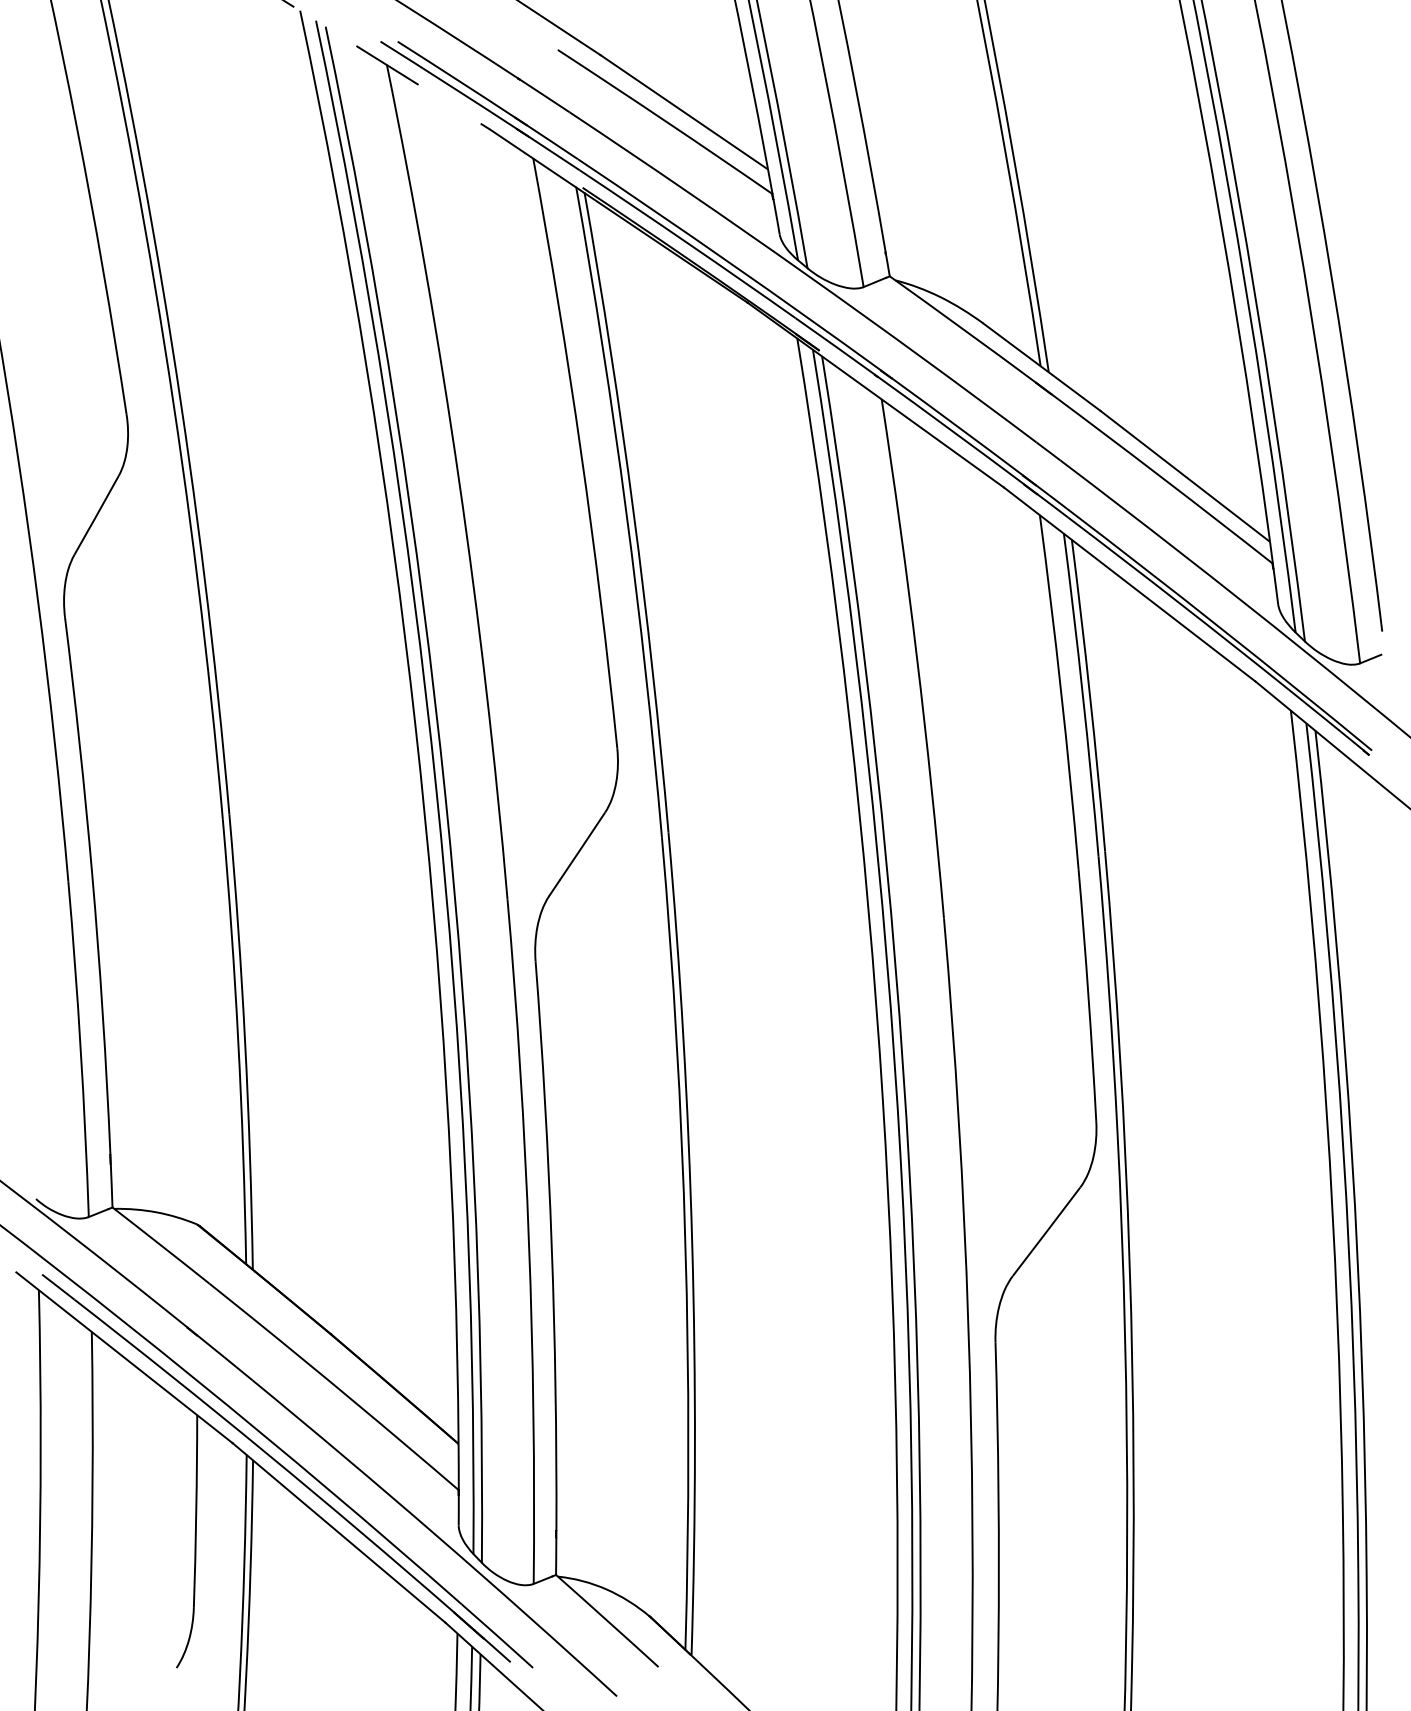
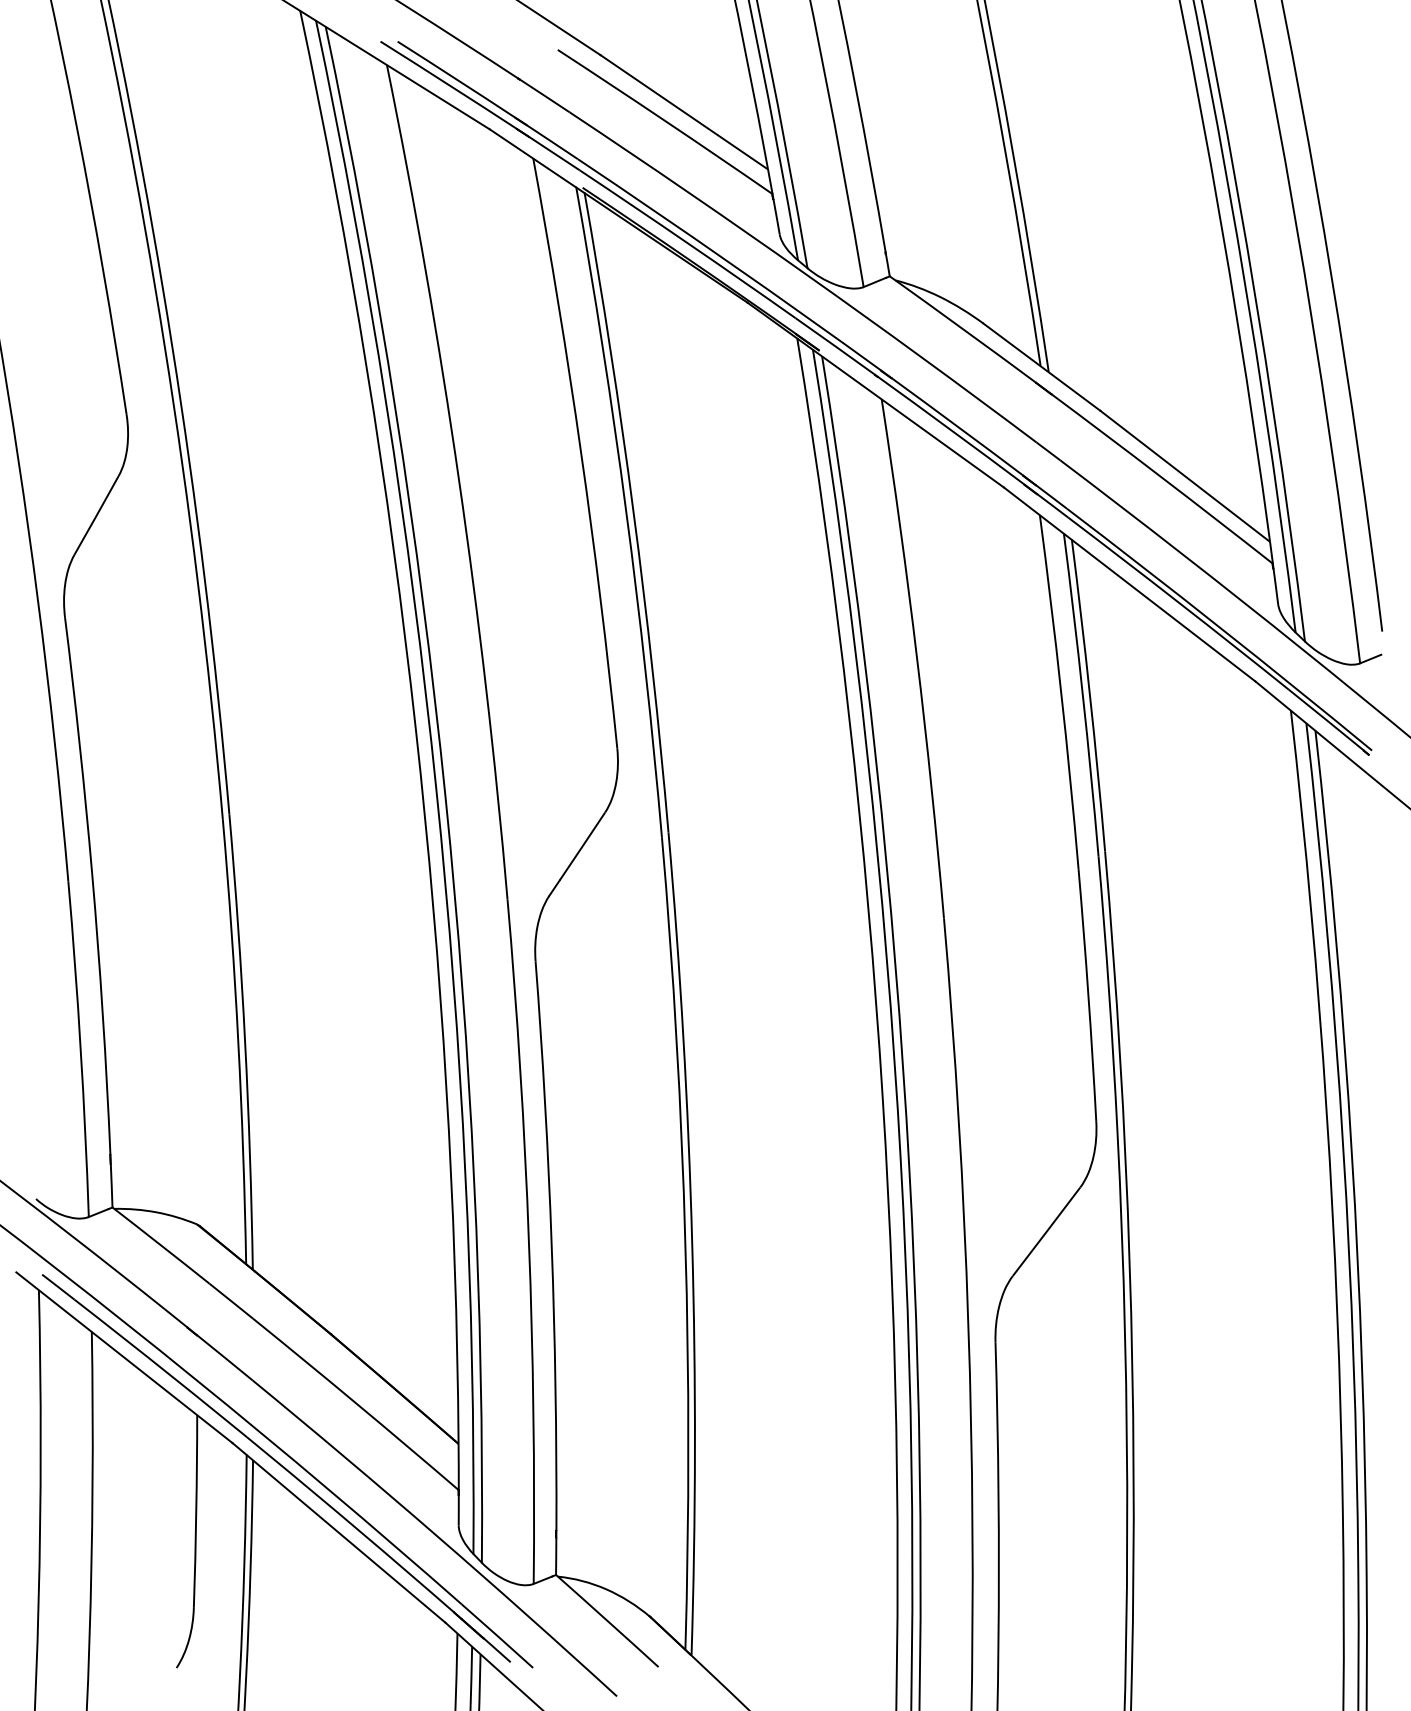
line at (386, 64): dashed -> solid
